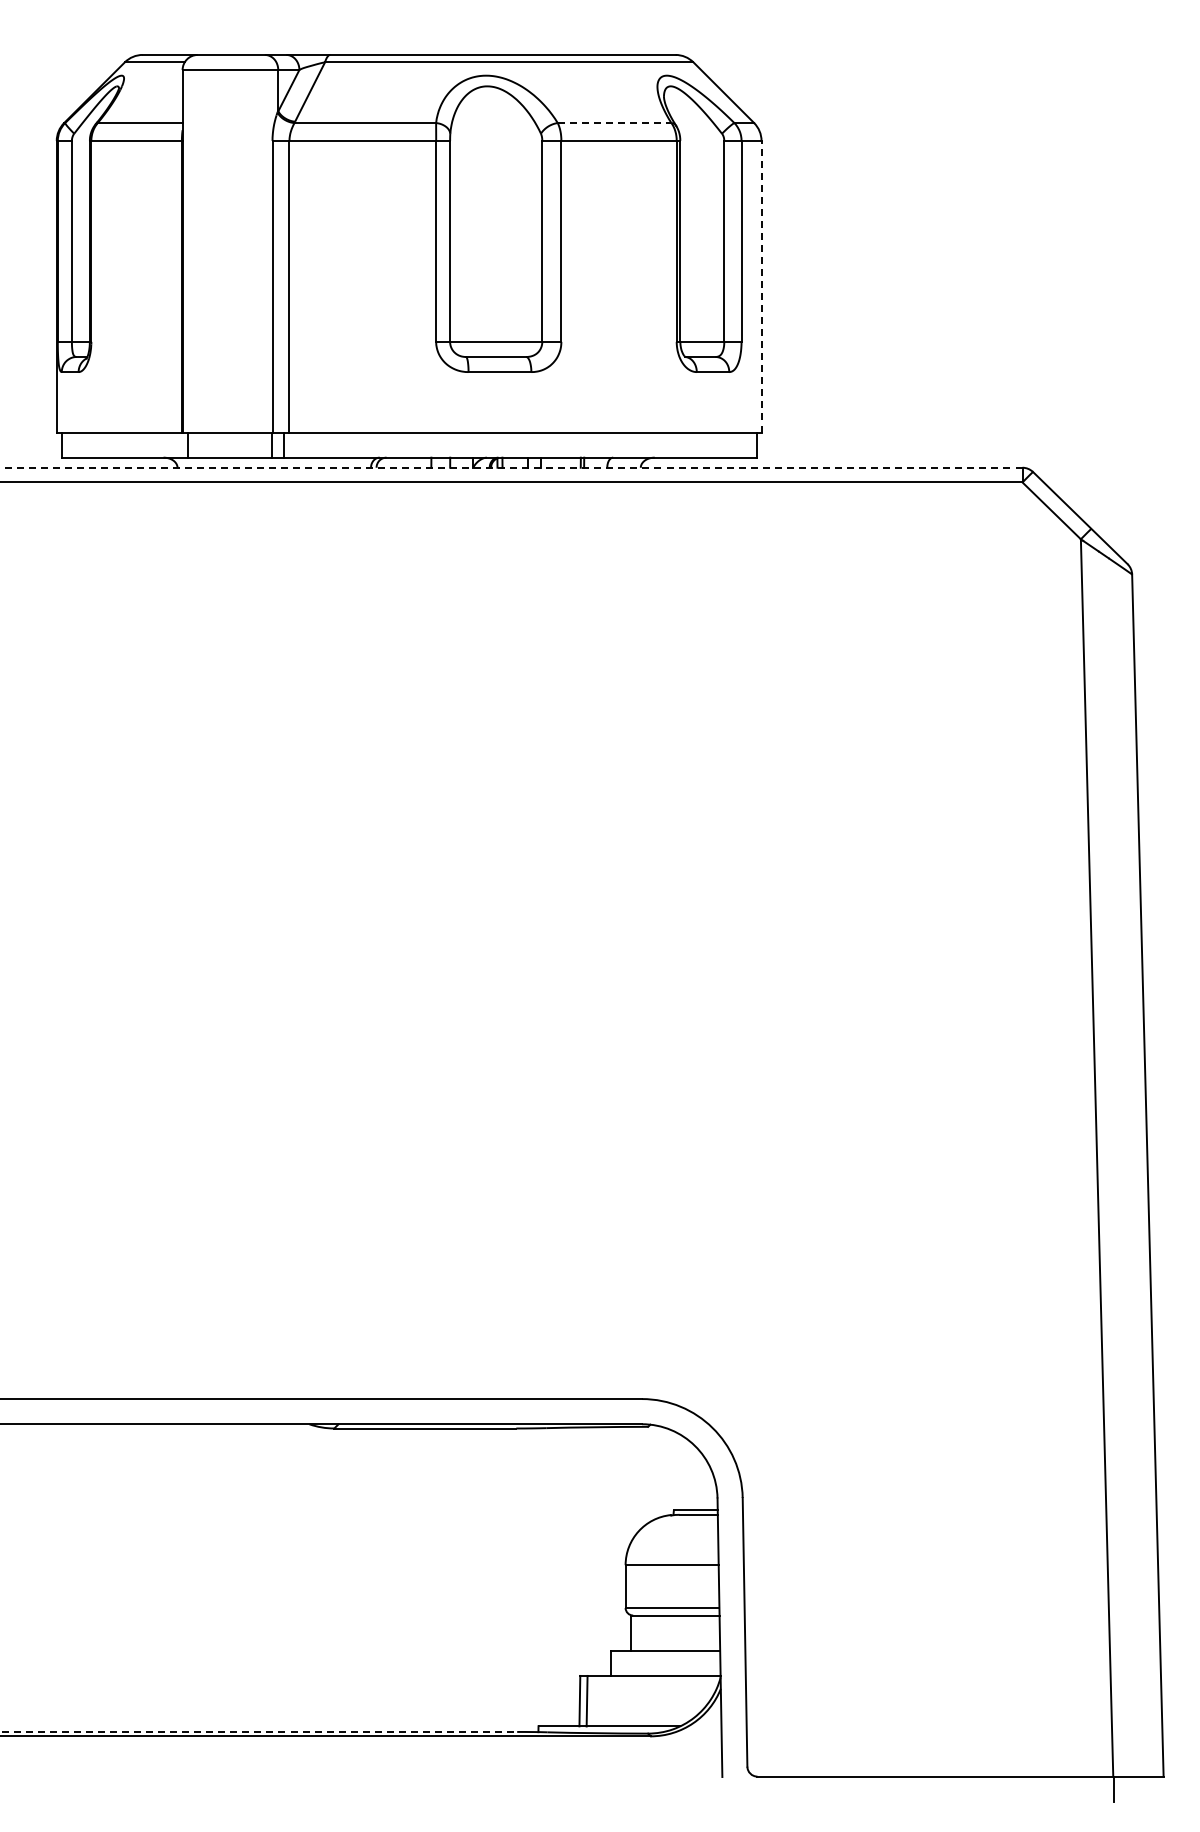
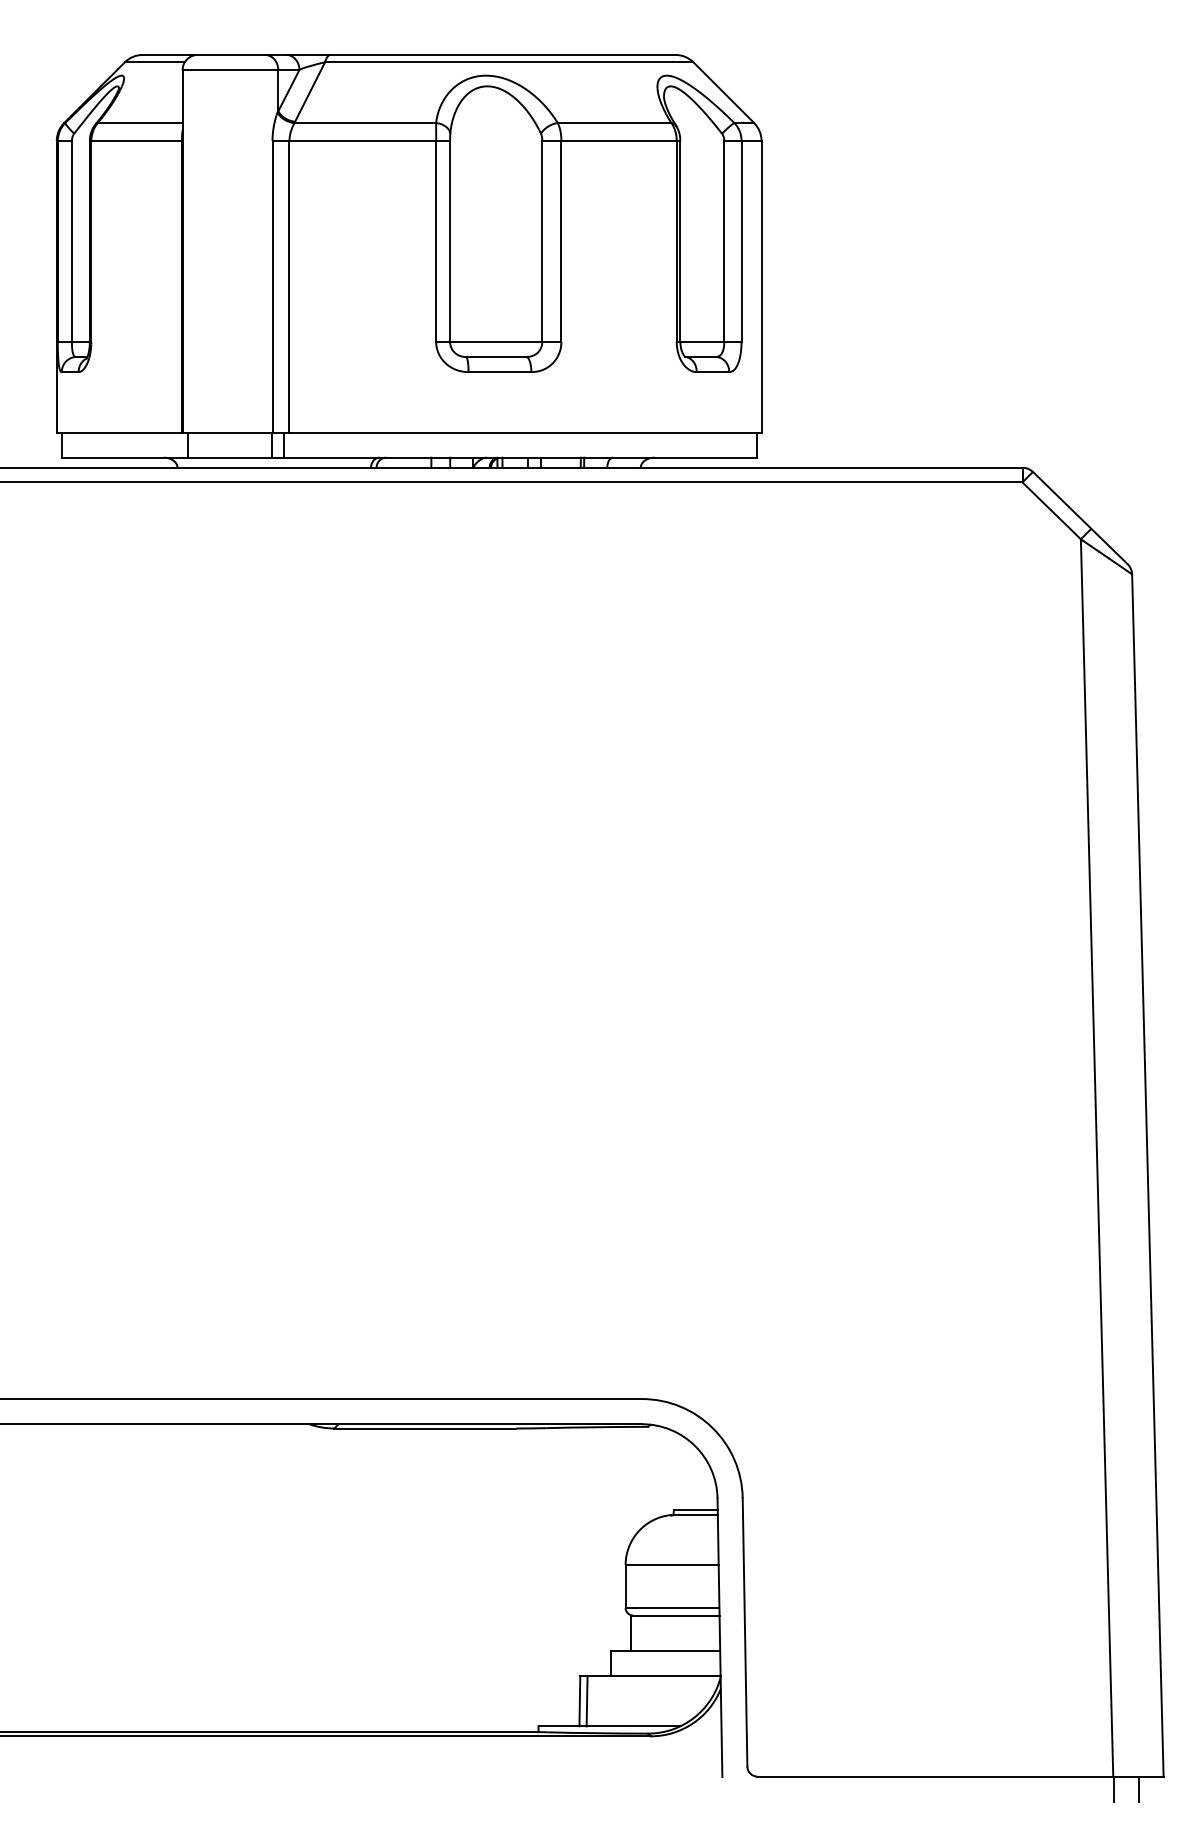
line at (614, 123): dashed -> solid
line at (761, 286): dashed -> solid
line at (511, 467): dashed -> solid
line at (259, 1731): dashed -> solid
line at (1139, 1788): none -> present
